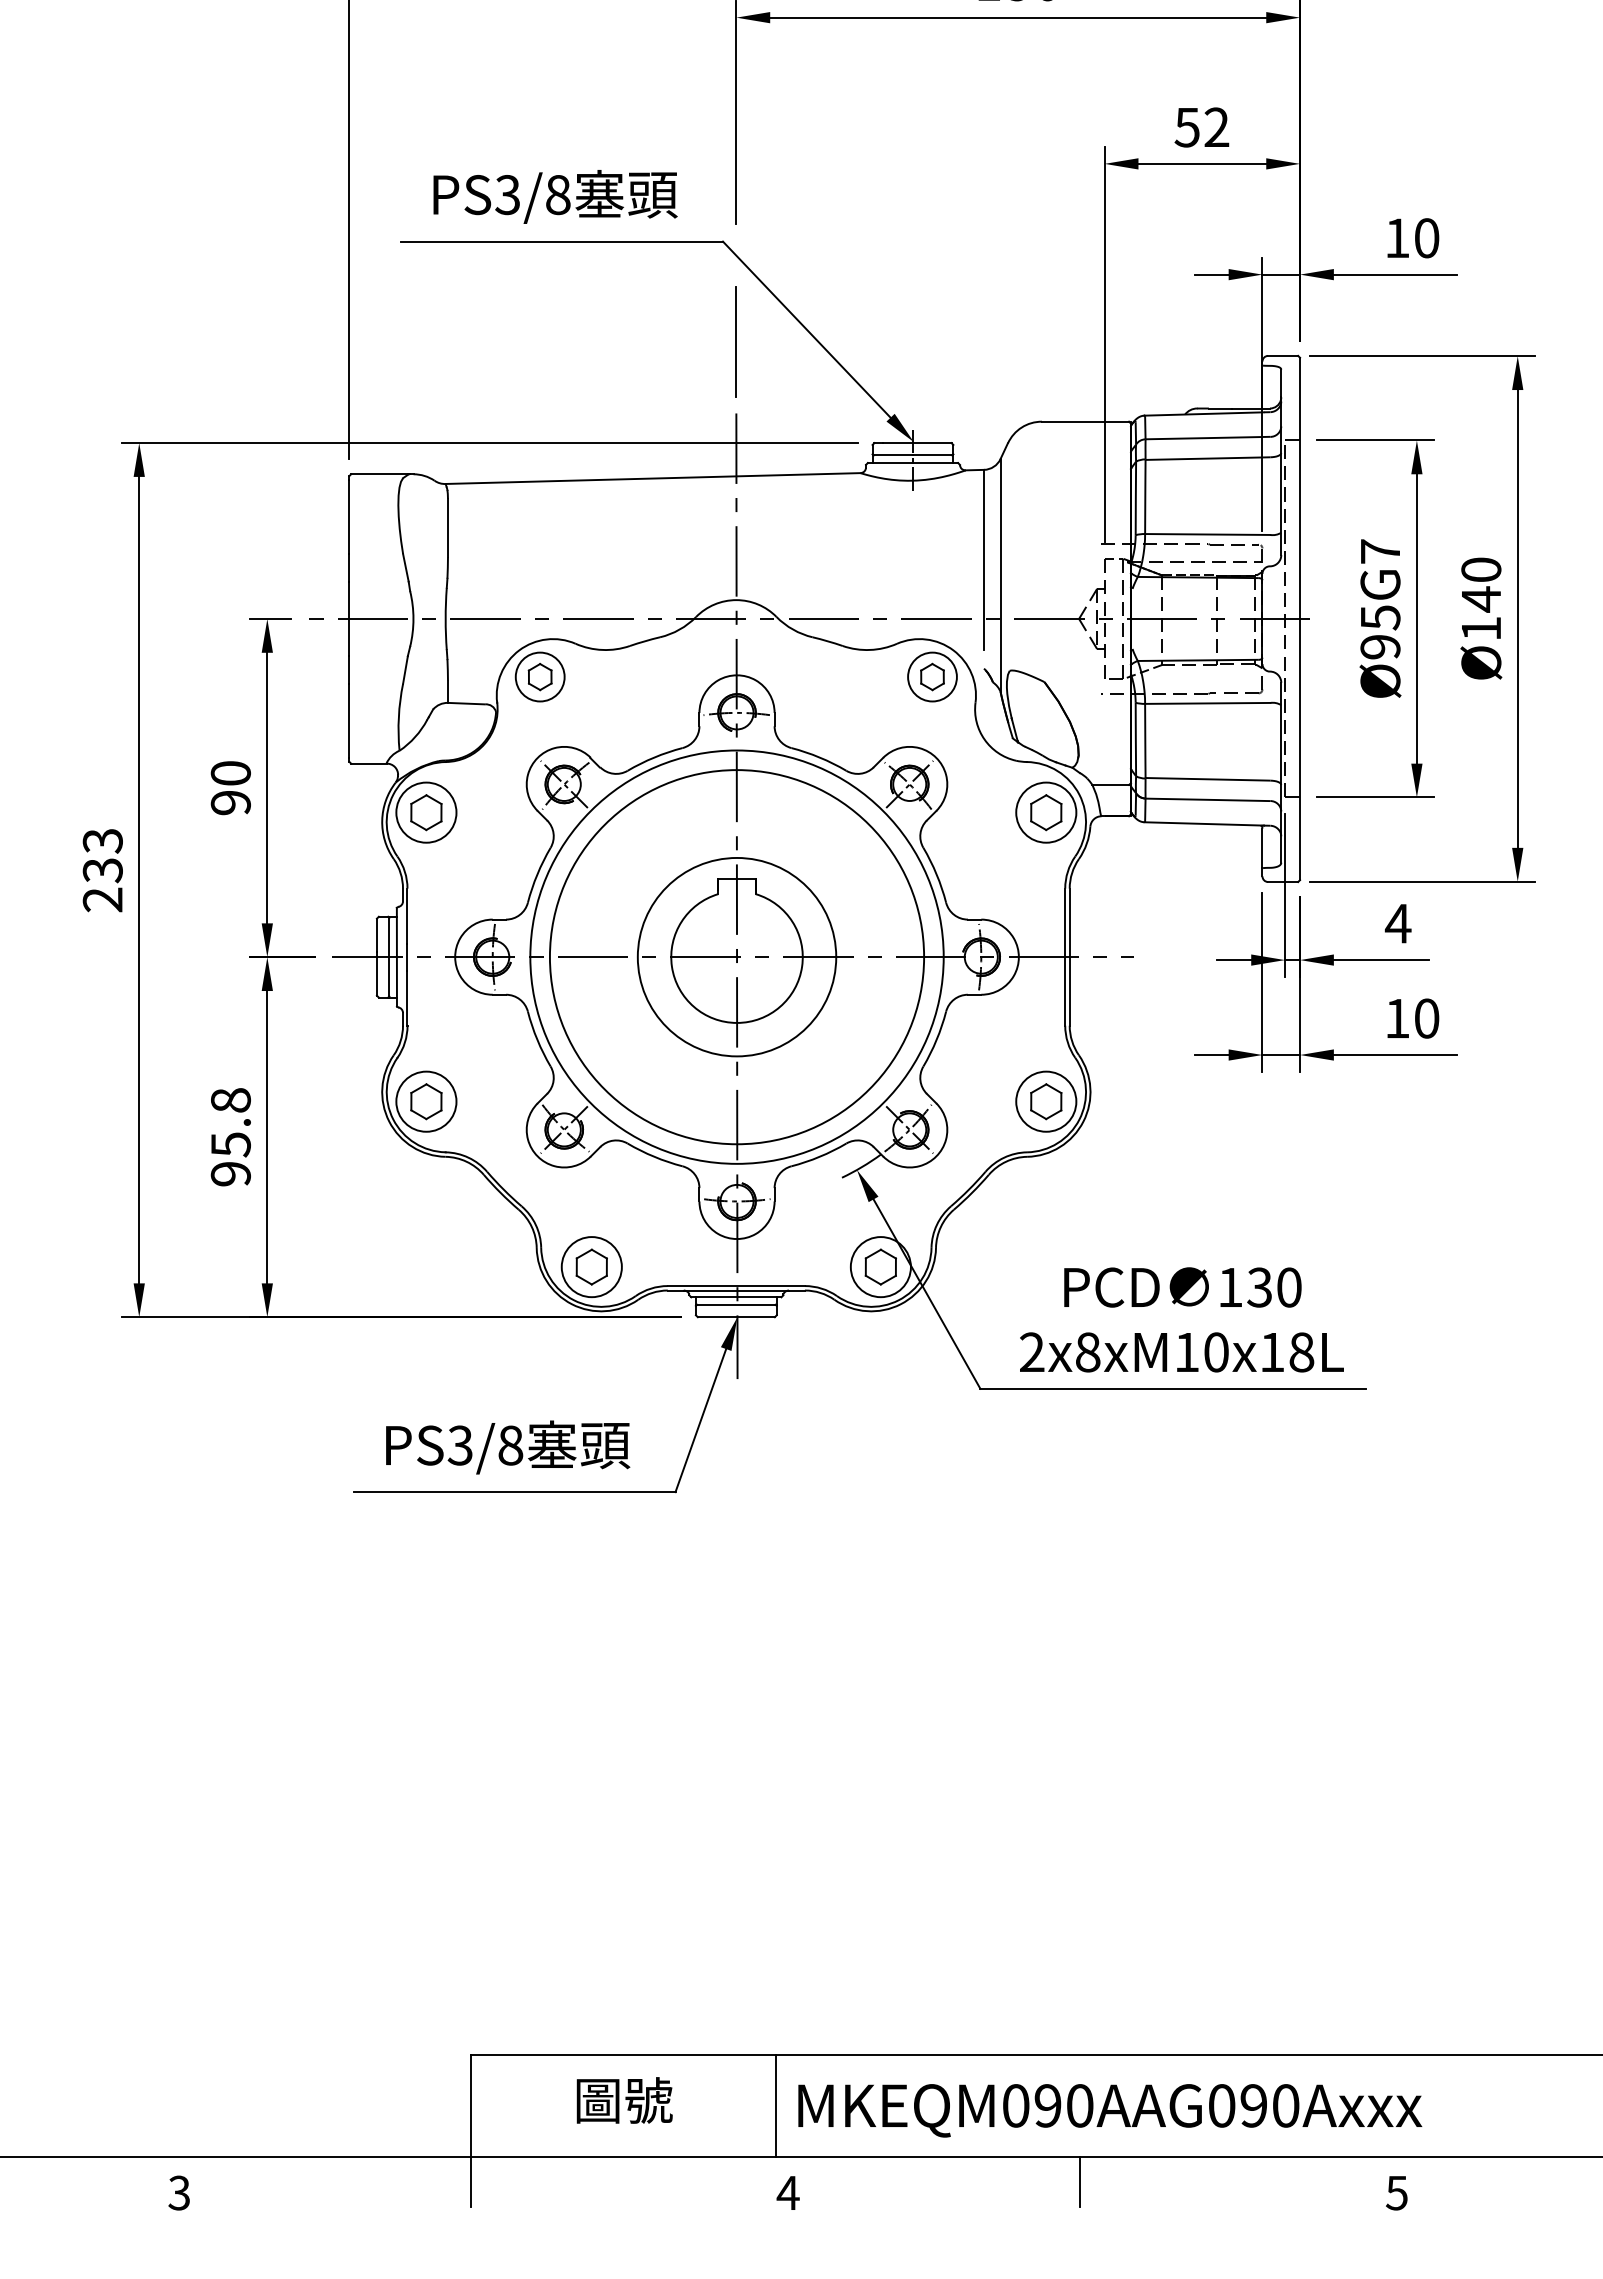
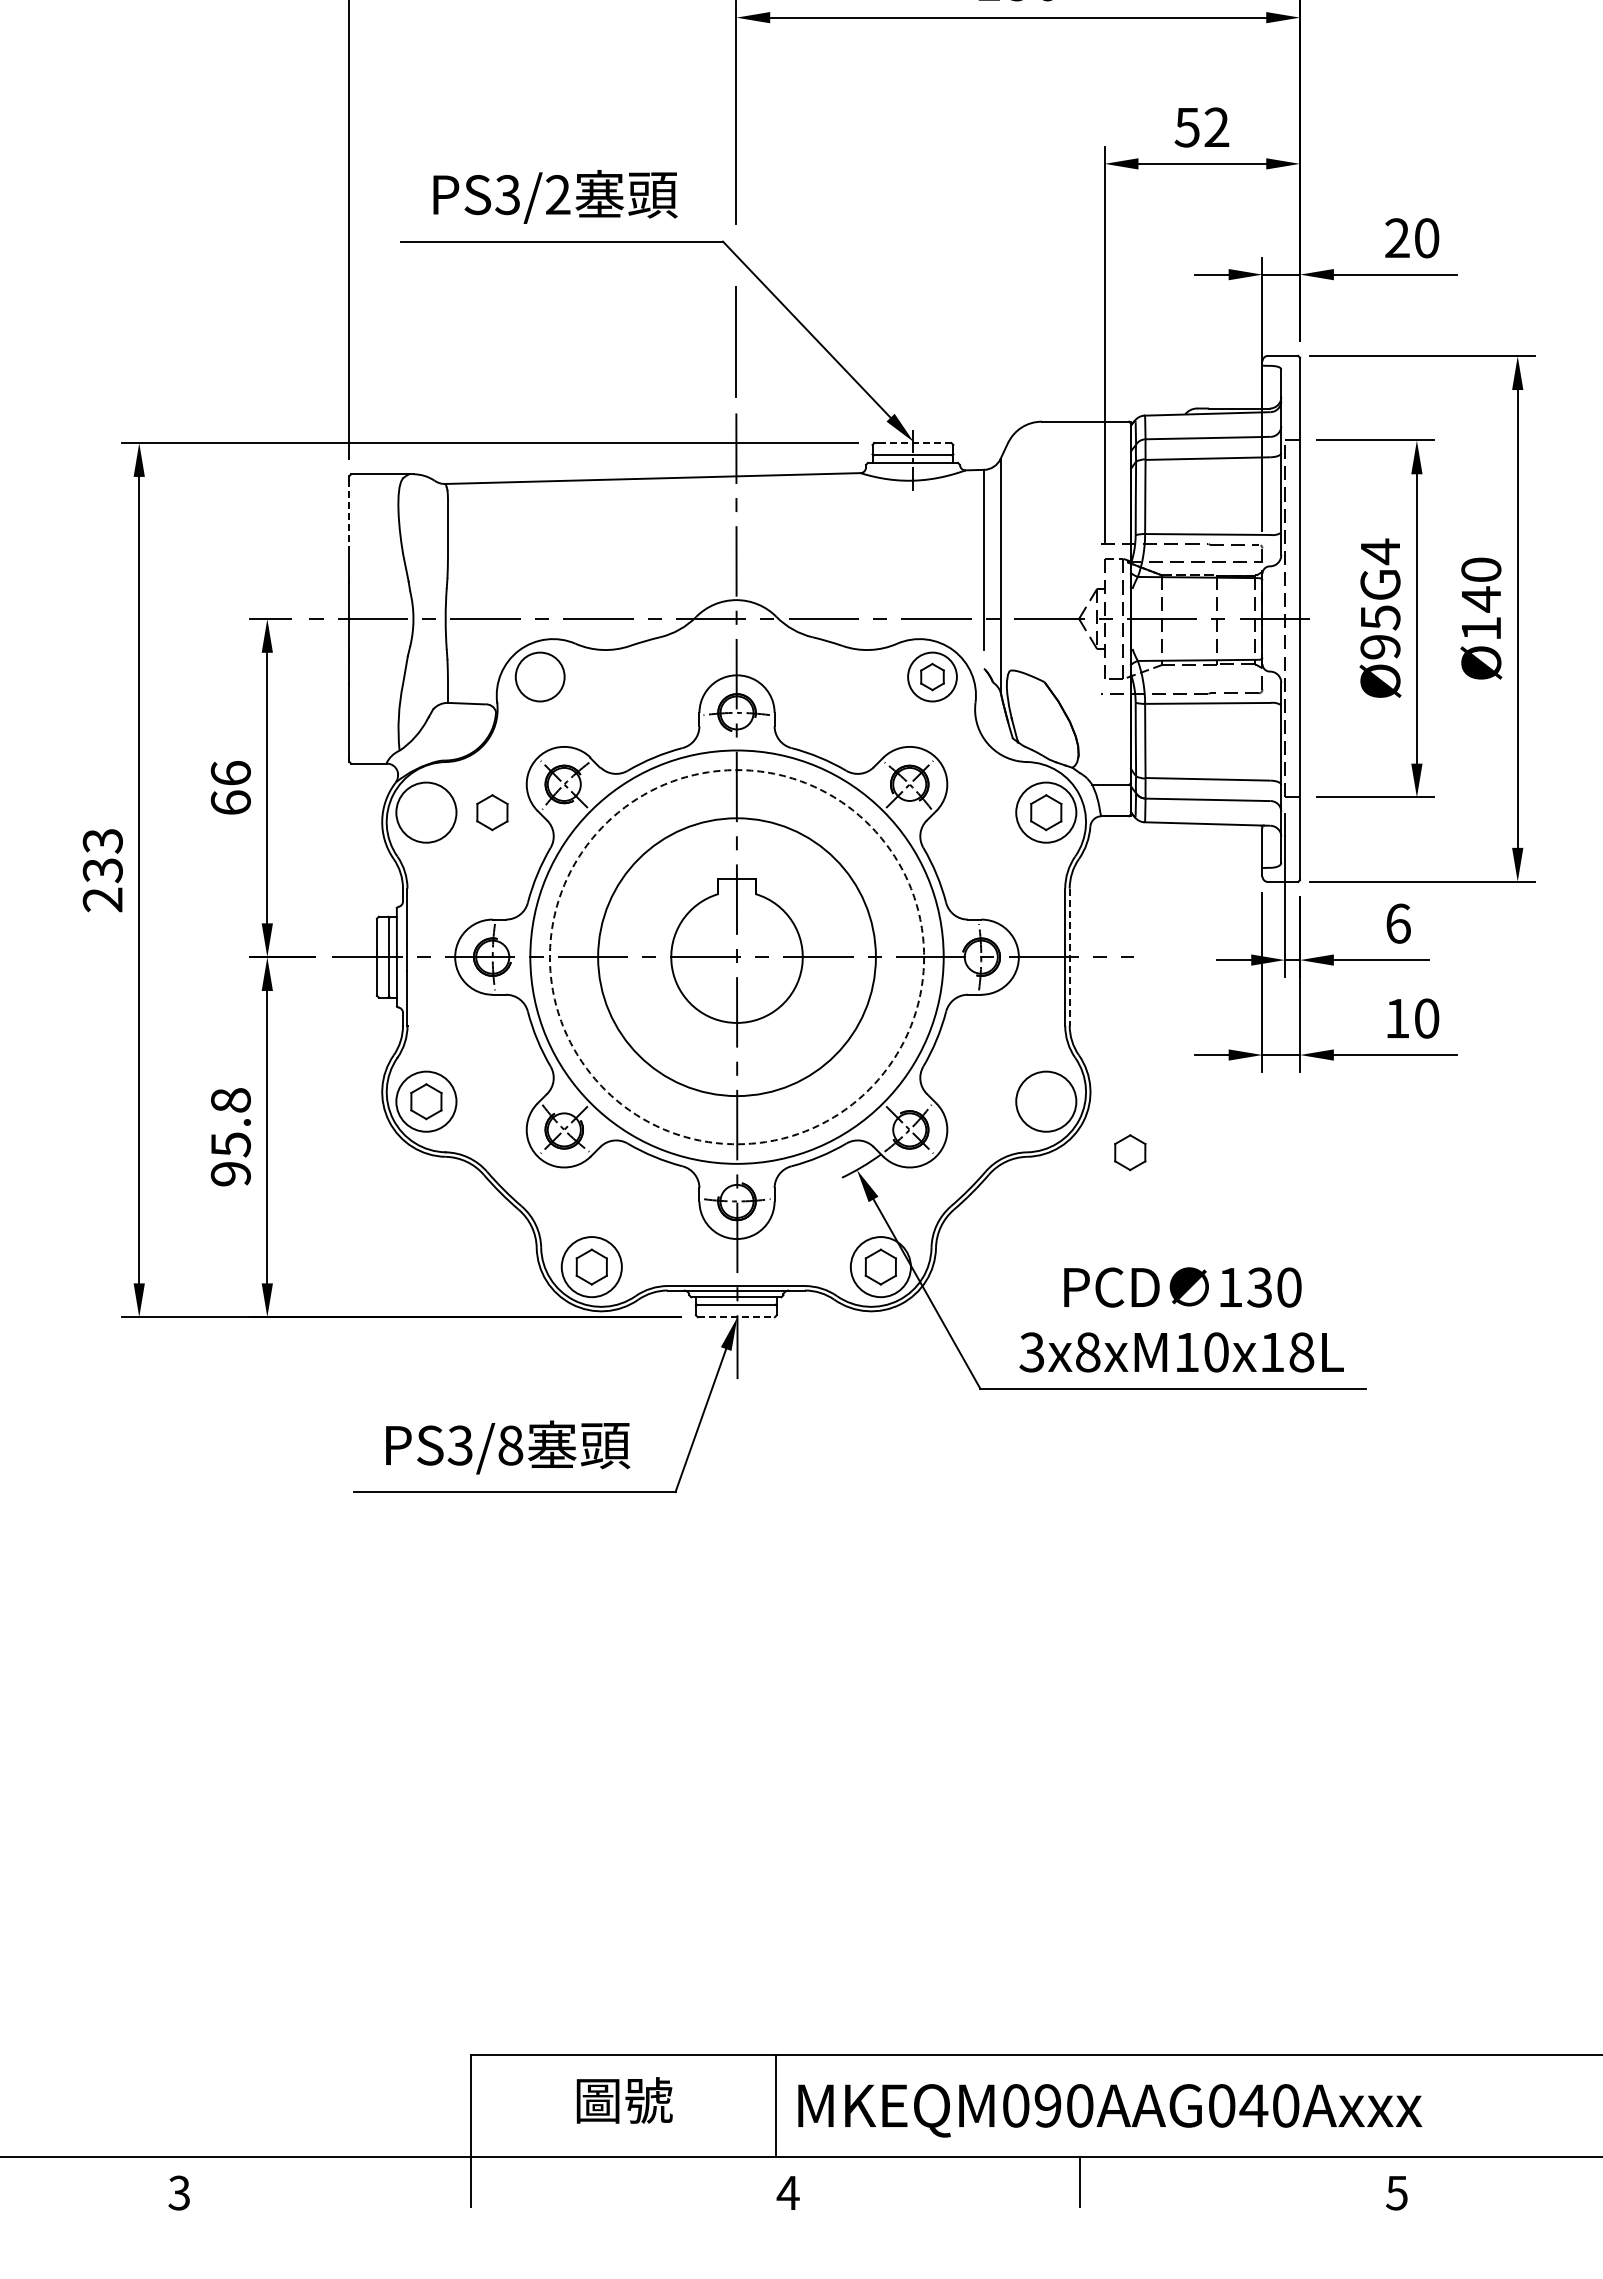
text at (558, 195): PS3/8 -> PS3/2
text at (1397, 237): 10 -> 20
line at (916, 443): solid -> dashed
line at (349, 517): solid -> dashed
text at (1380, 551): Ø95G7 -> Ø95G4
part at (539, 677): present -> none
text at (230, 788): 90 -> 66
part at (426, 812) position: (426, 812) -> (492, 812)
text at (1397, 923): 4 -> 6
circle at (736, 956) diameter: 198 px -> 278 px
circle at (736, 957): solid -> dashed
line at (1069, 957): solid -> dashed
part at (1046, 1101) position: (1046, 1101) -> (1130, 1152)
line at (736, 1317): solid -> dashed
text at (1031, 1352): 2x8xM10x18L -> 3x8xM10x18L
text at (1253, 2105): MKEQM090AAG090Axxx -> MKEQM090AAG040Axxx
